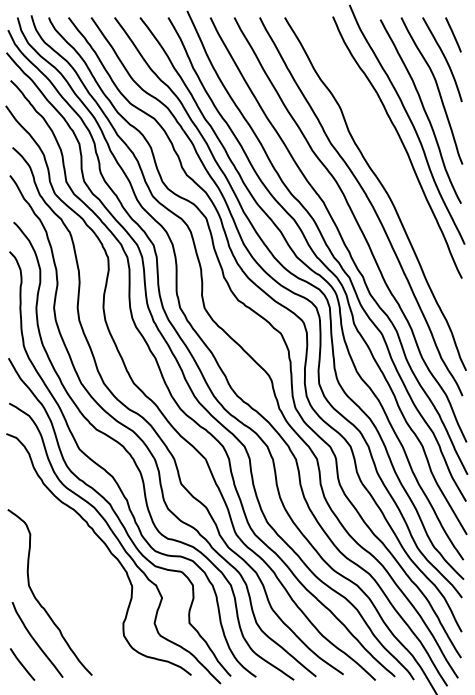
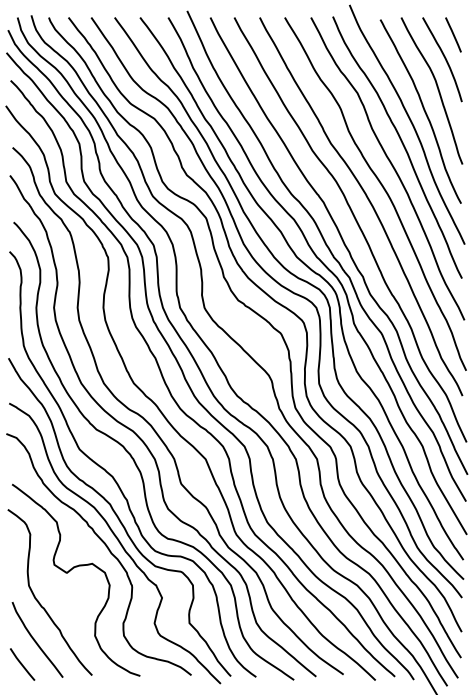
curve at (390, 164): none -> present
curve at (69, 572): none -> present
